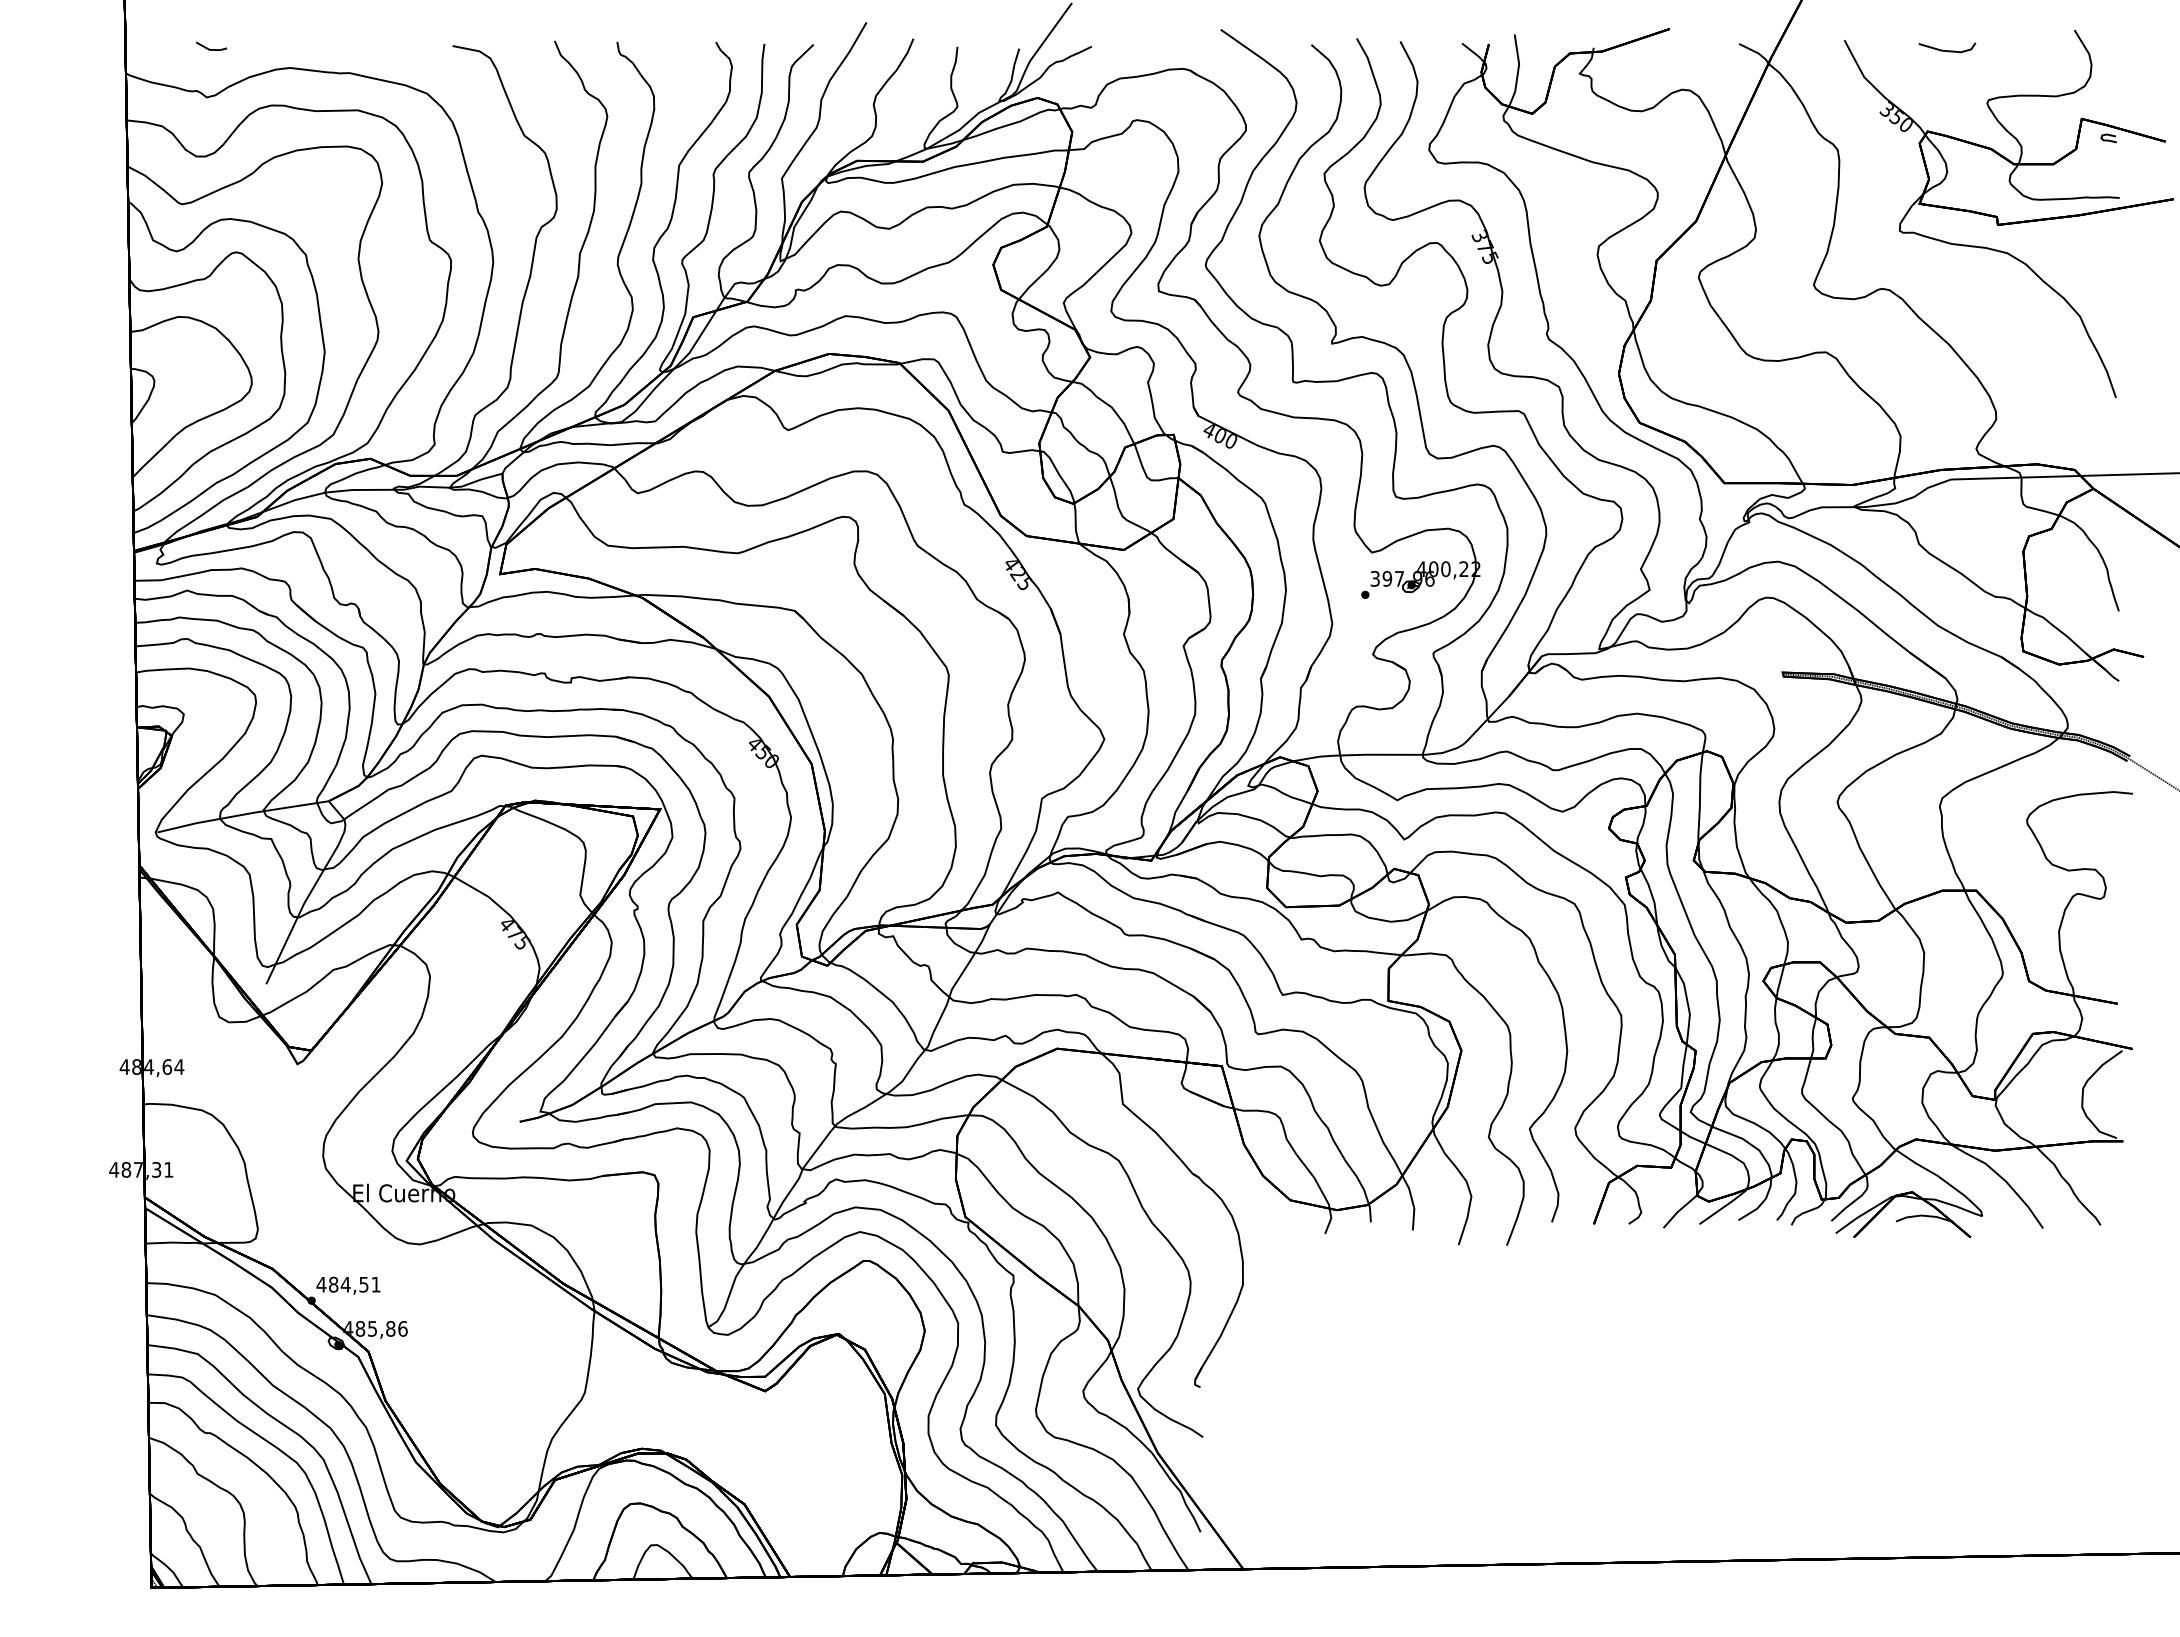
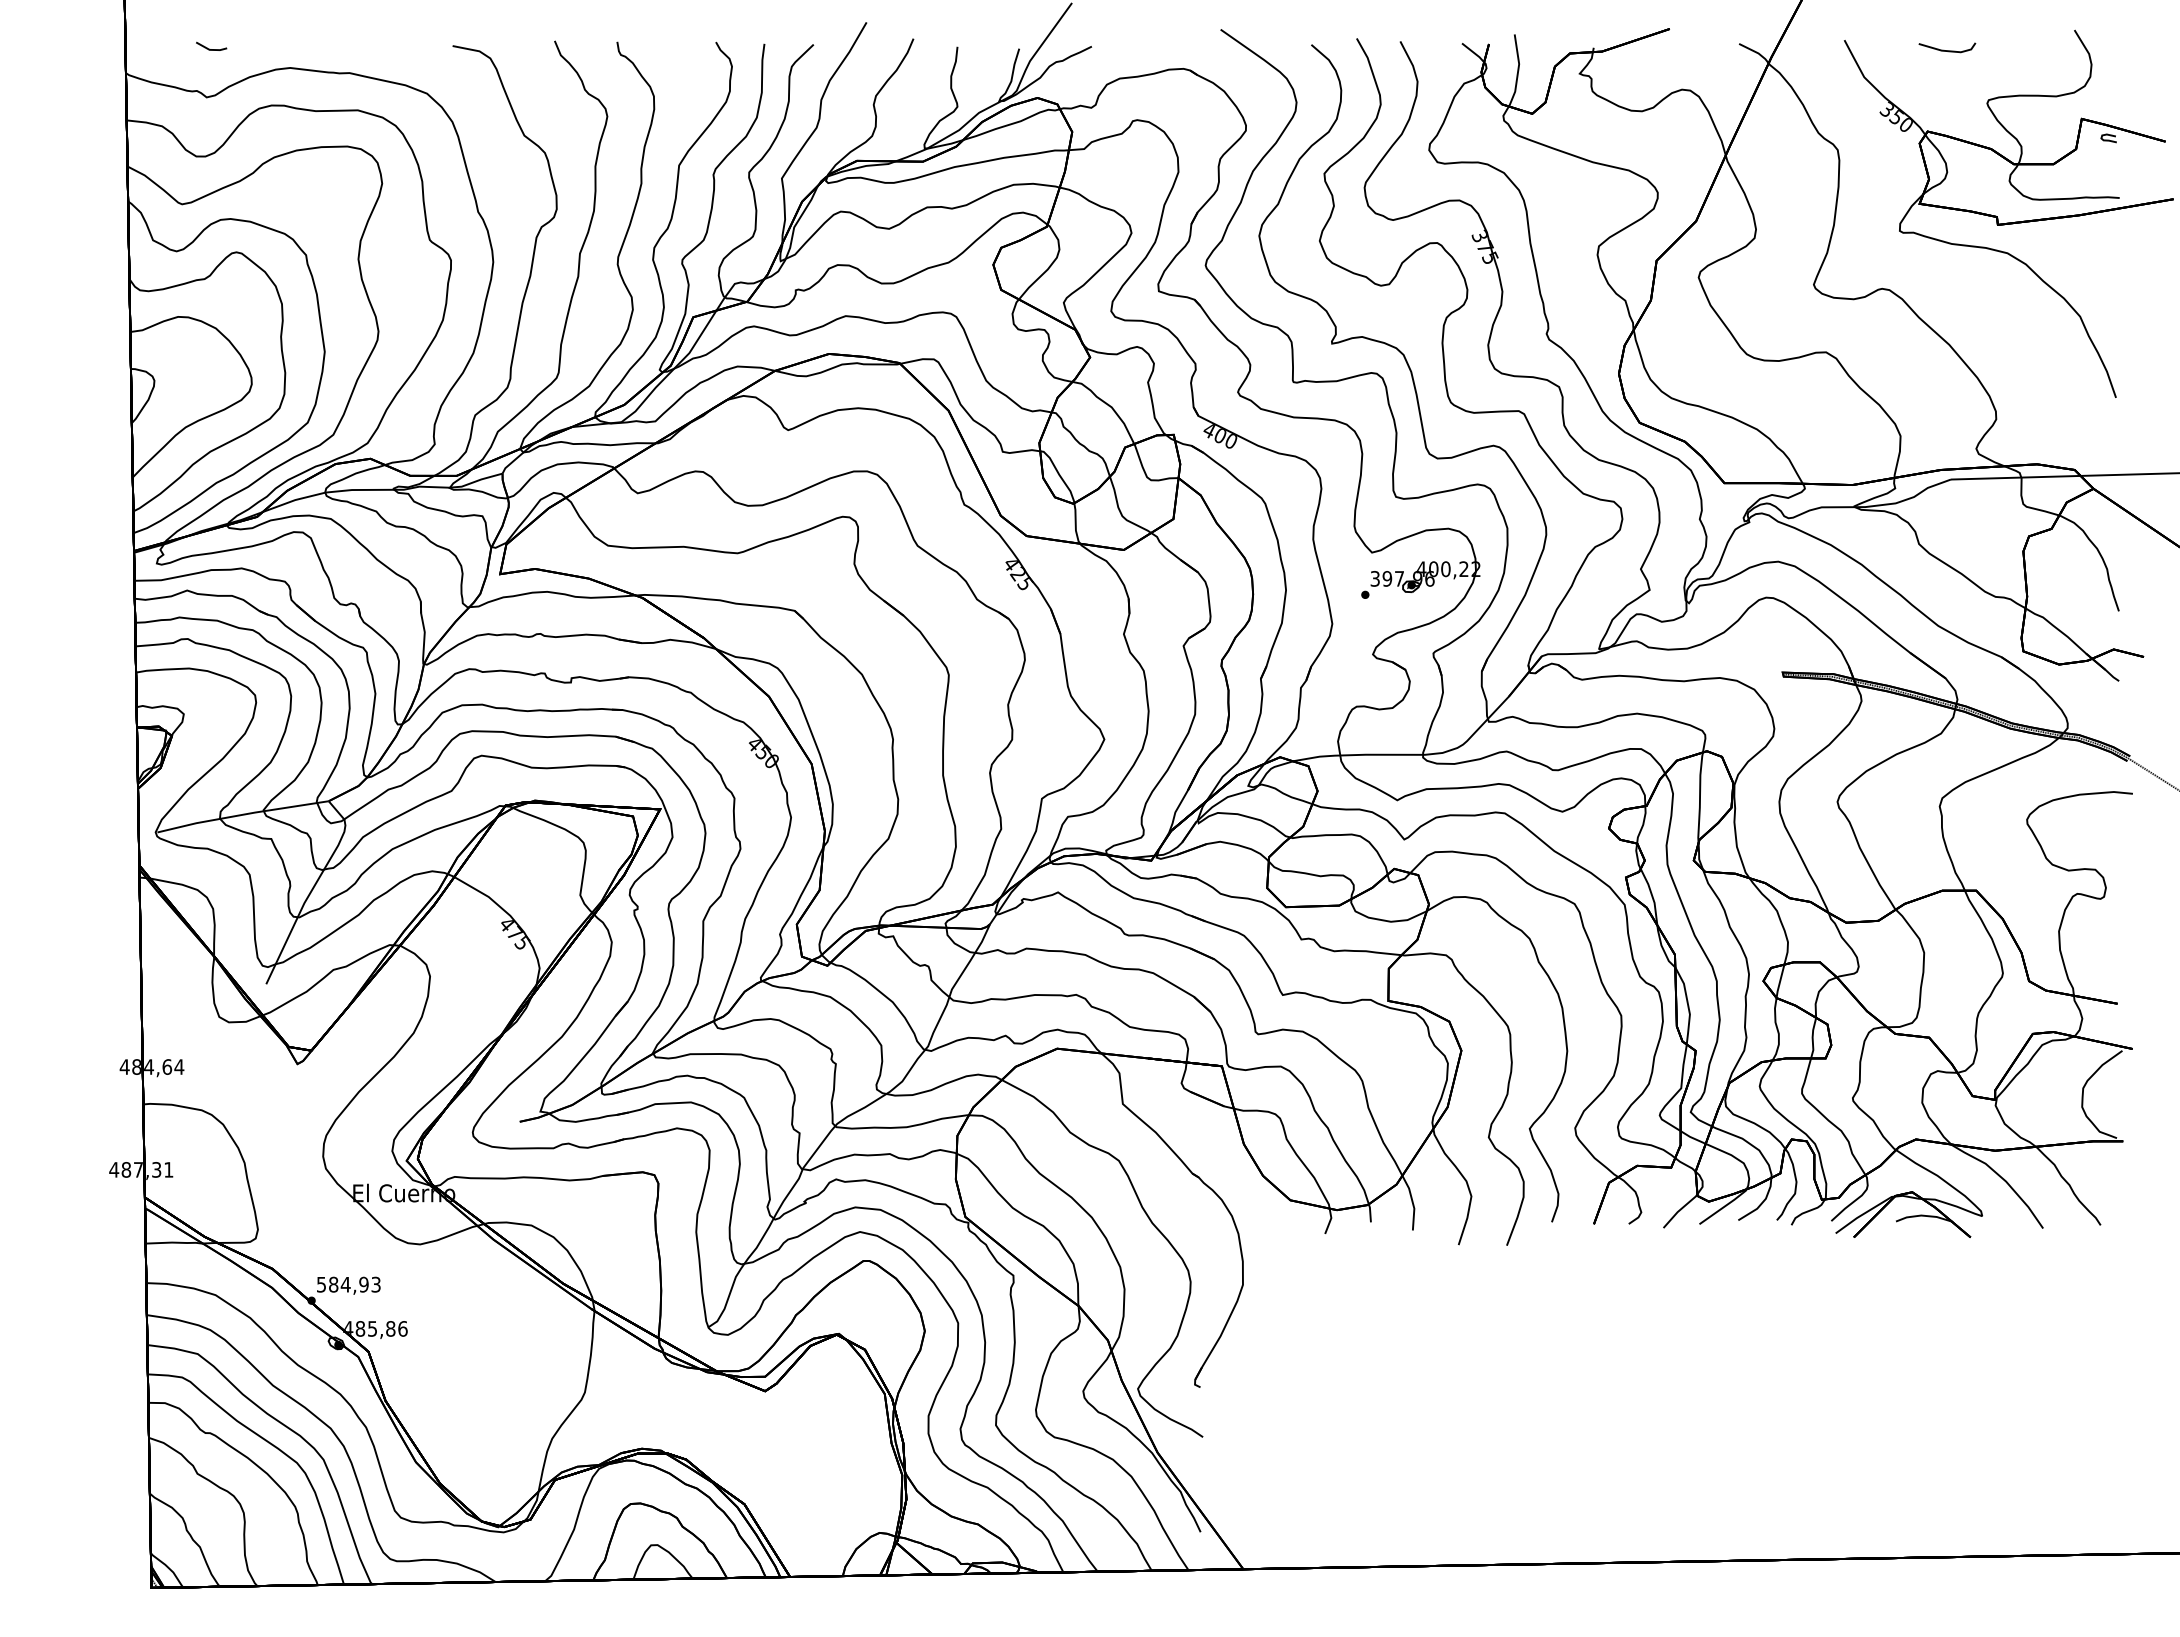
text at (348, 1284): 484,51 -> 584,93
